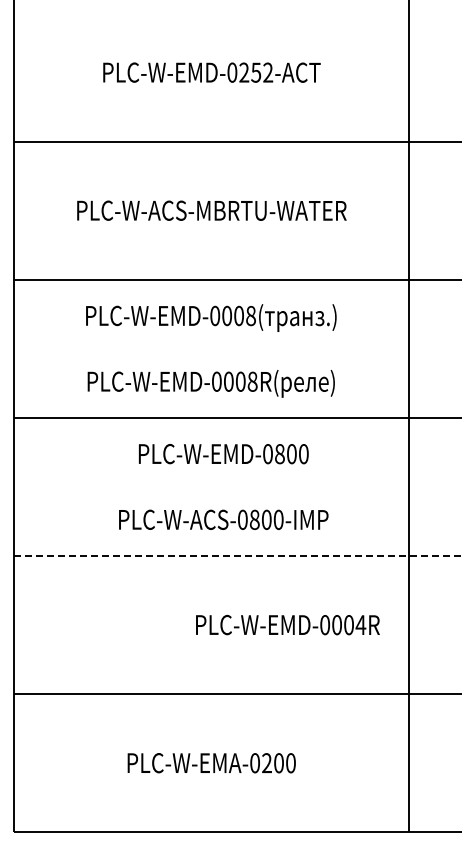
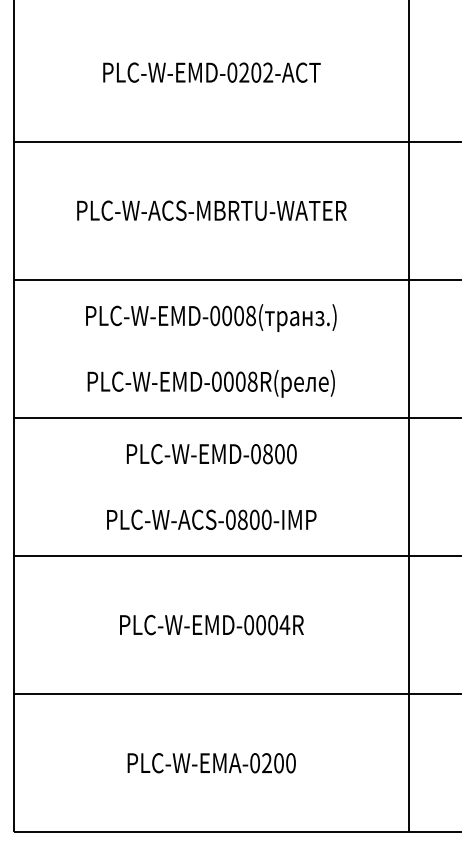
text at (256, 72): PLC-W-EMD-0252-ACT -> PLC-W-EMD-0202-ACT
text at (223, 486) position: (223, 486) -> (211, 486)
line at (237, 556): dashed -> solid
text at (287, 624) position: (287, 624) -> (211, 624)
